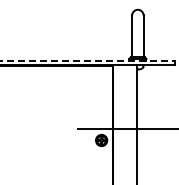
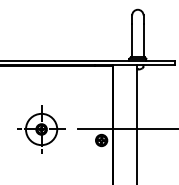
line at (88, 60): dashed -> solid
part at (41, 129): none -> present
